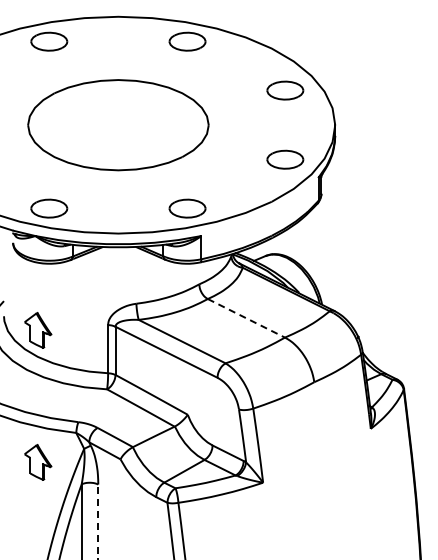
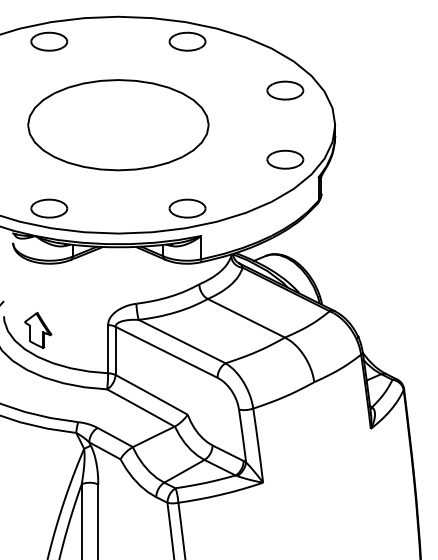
line at (246, 318): dashed -> solid
part at (38, 462): present -> none
line at (98, 521): dashed -> solid
